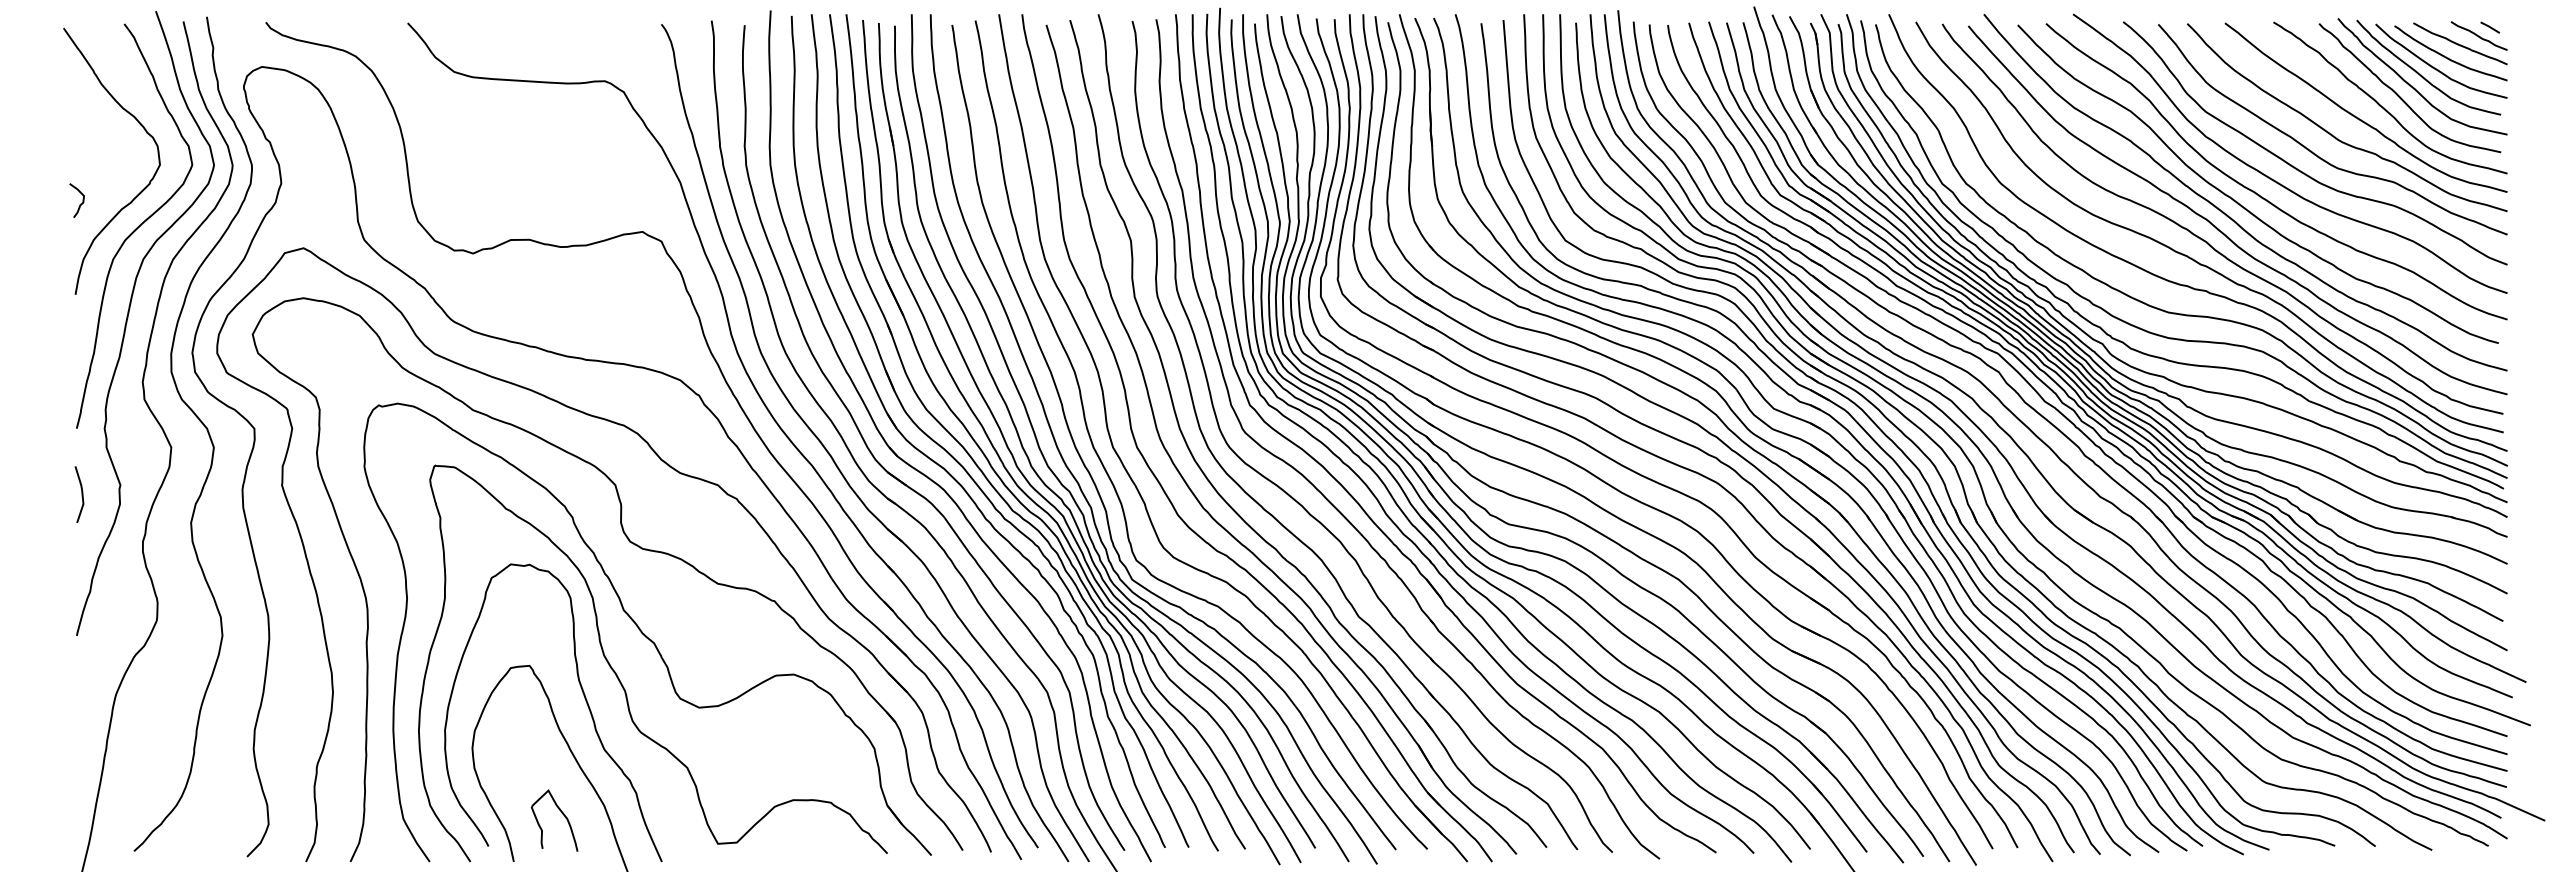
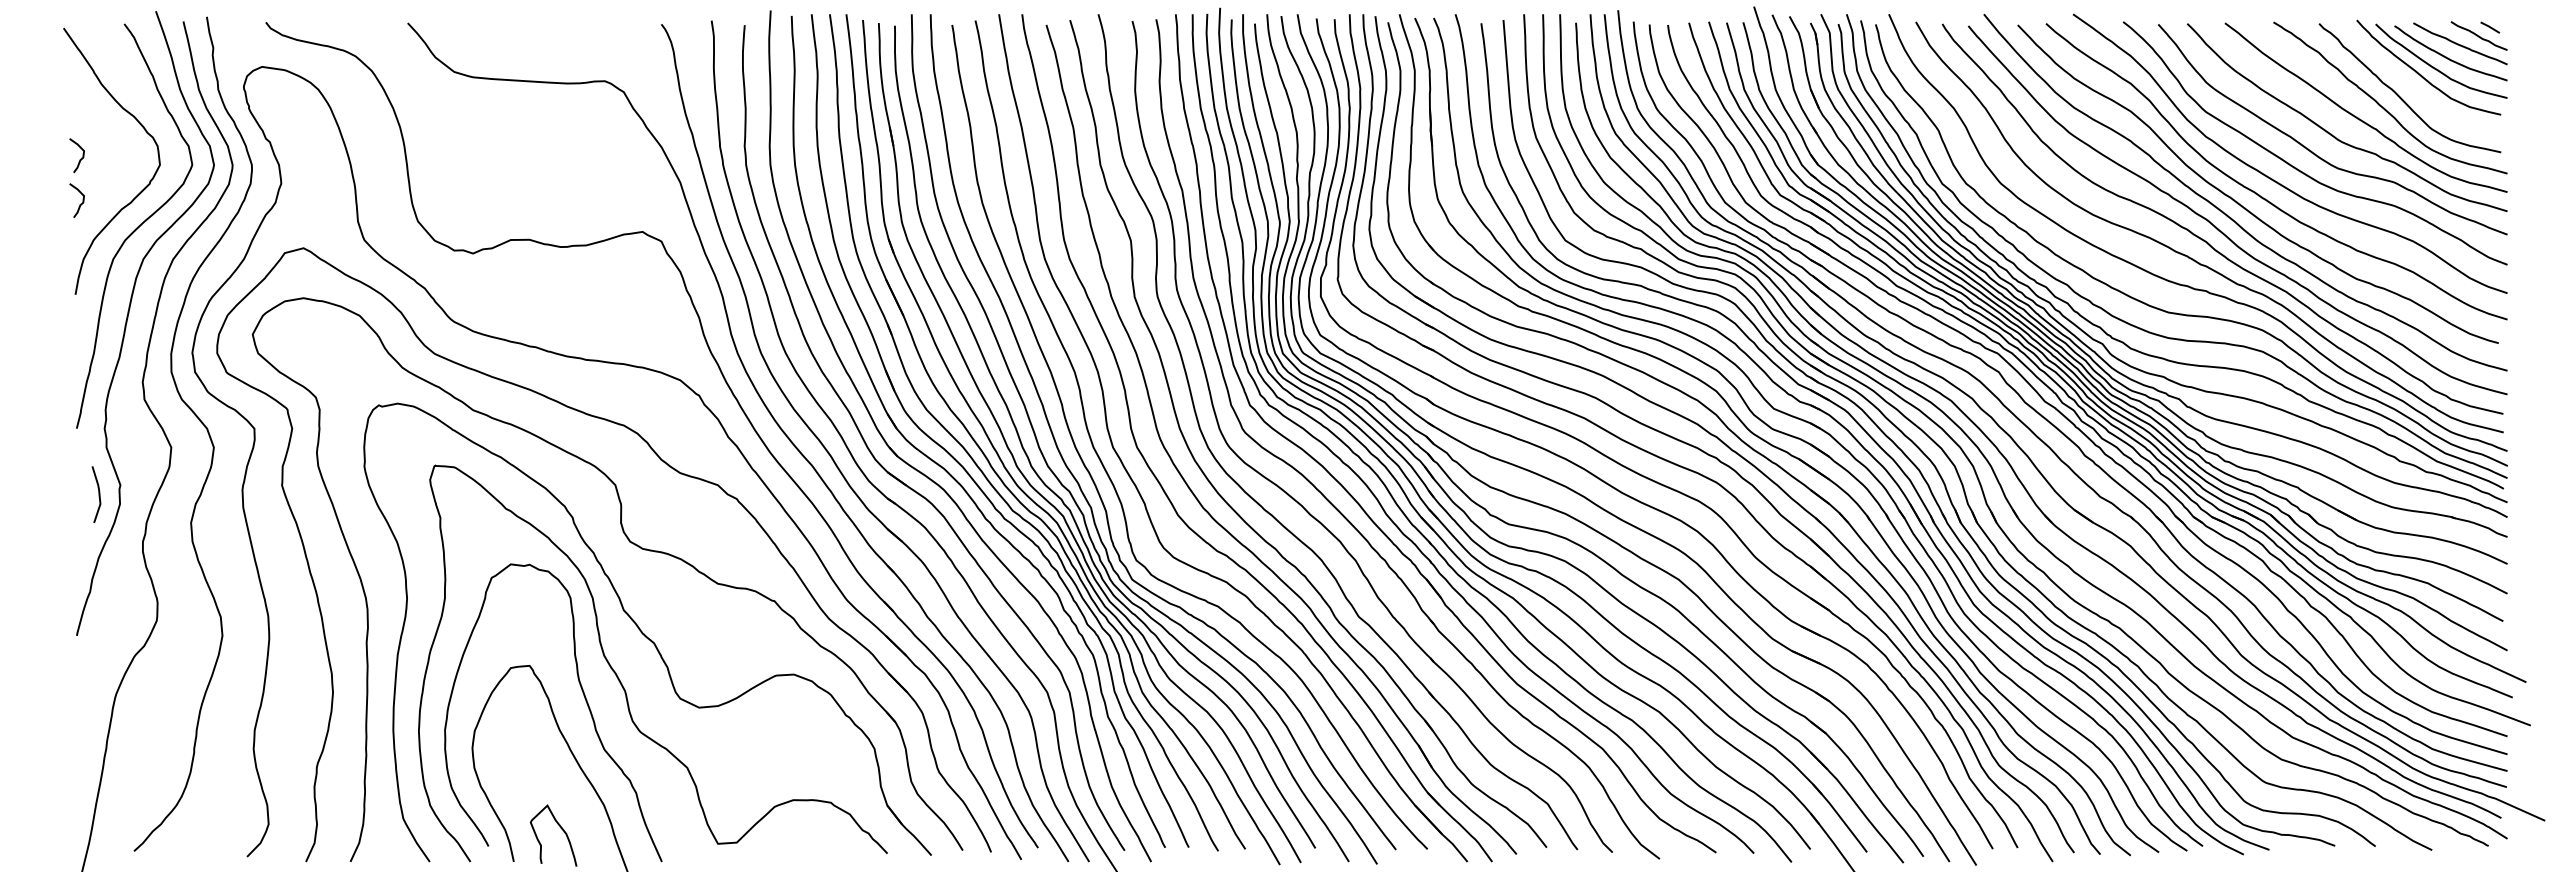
curve at (2413, 86): present -> none
curve at (80, 158): none -> present
curve at (81, 494) position: (81, 494) -> (98, 494)
curve at (561, 813) position: (561, 813) -> (560, 828)
